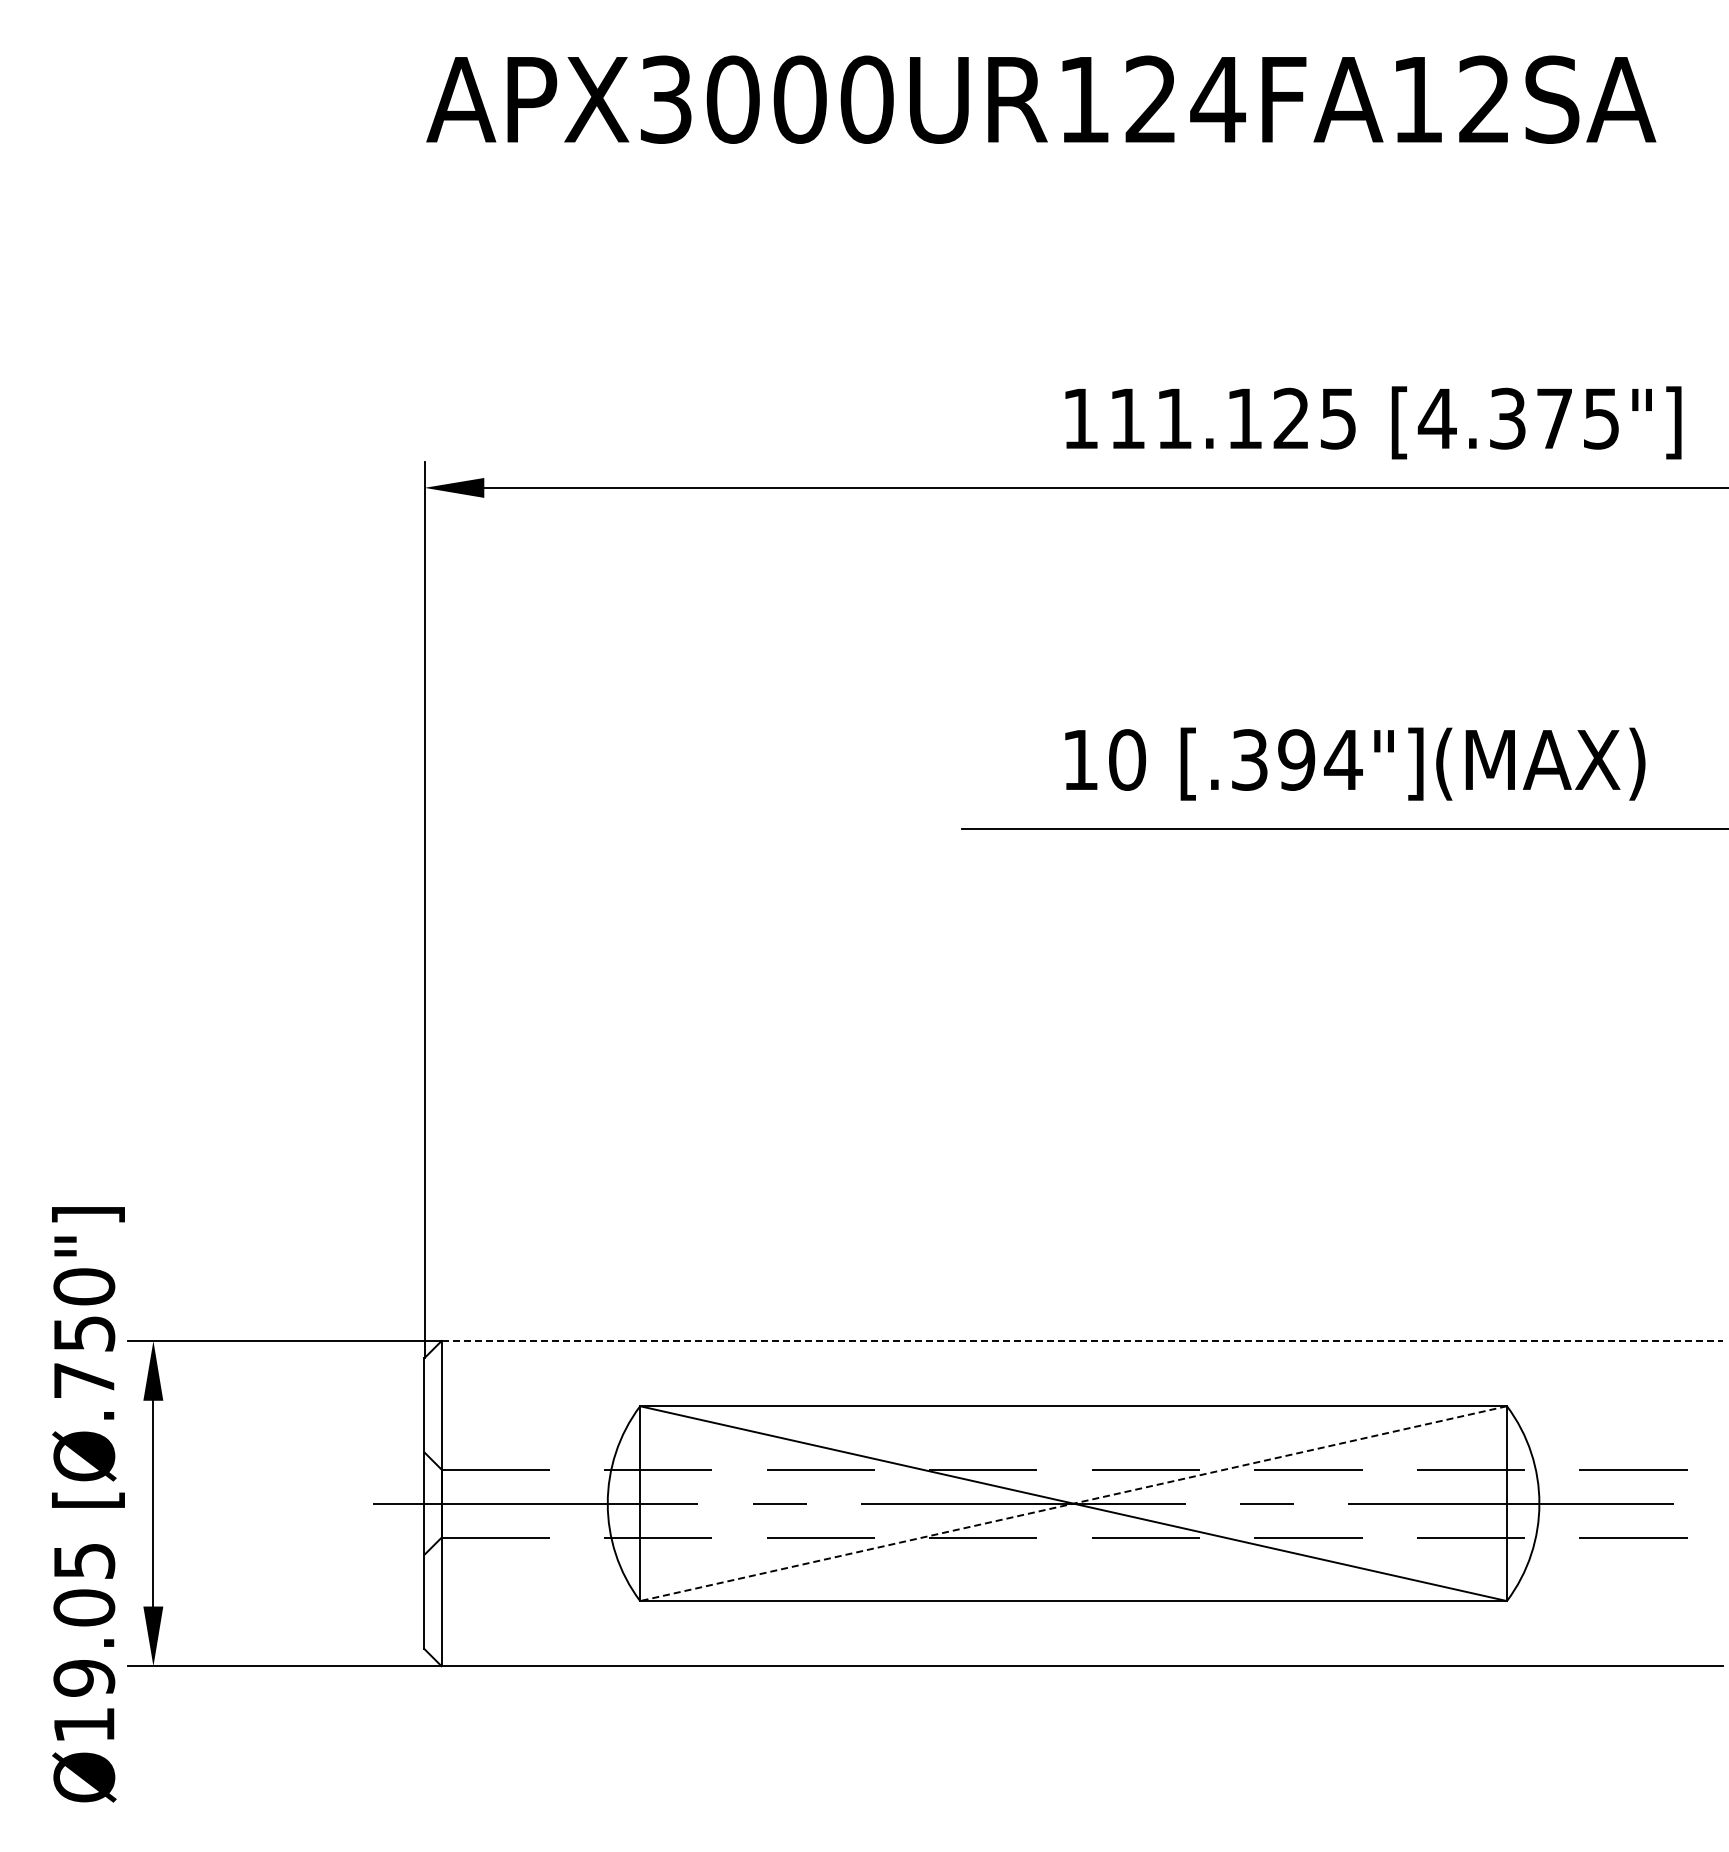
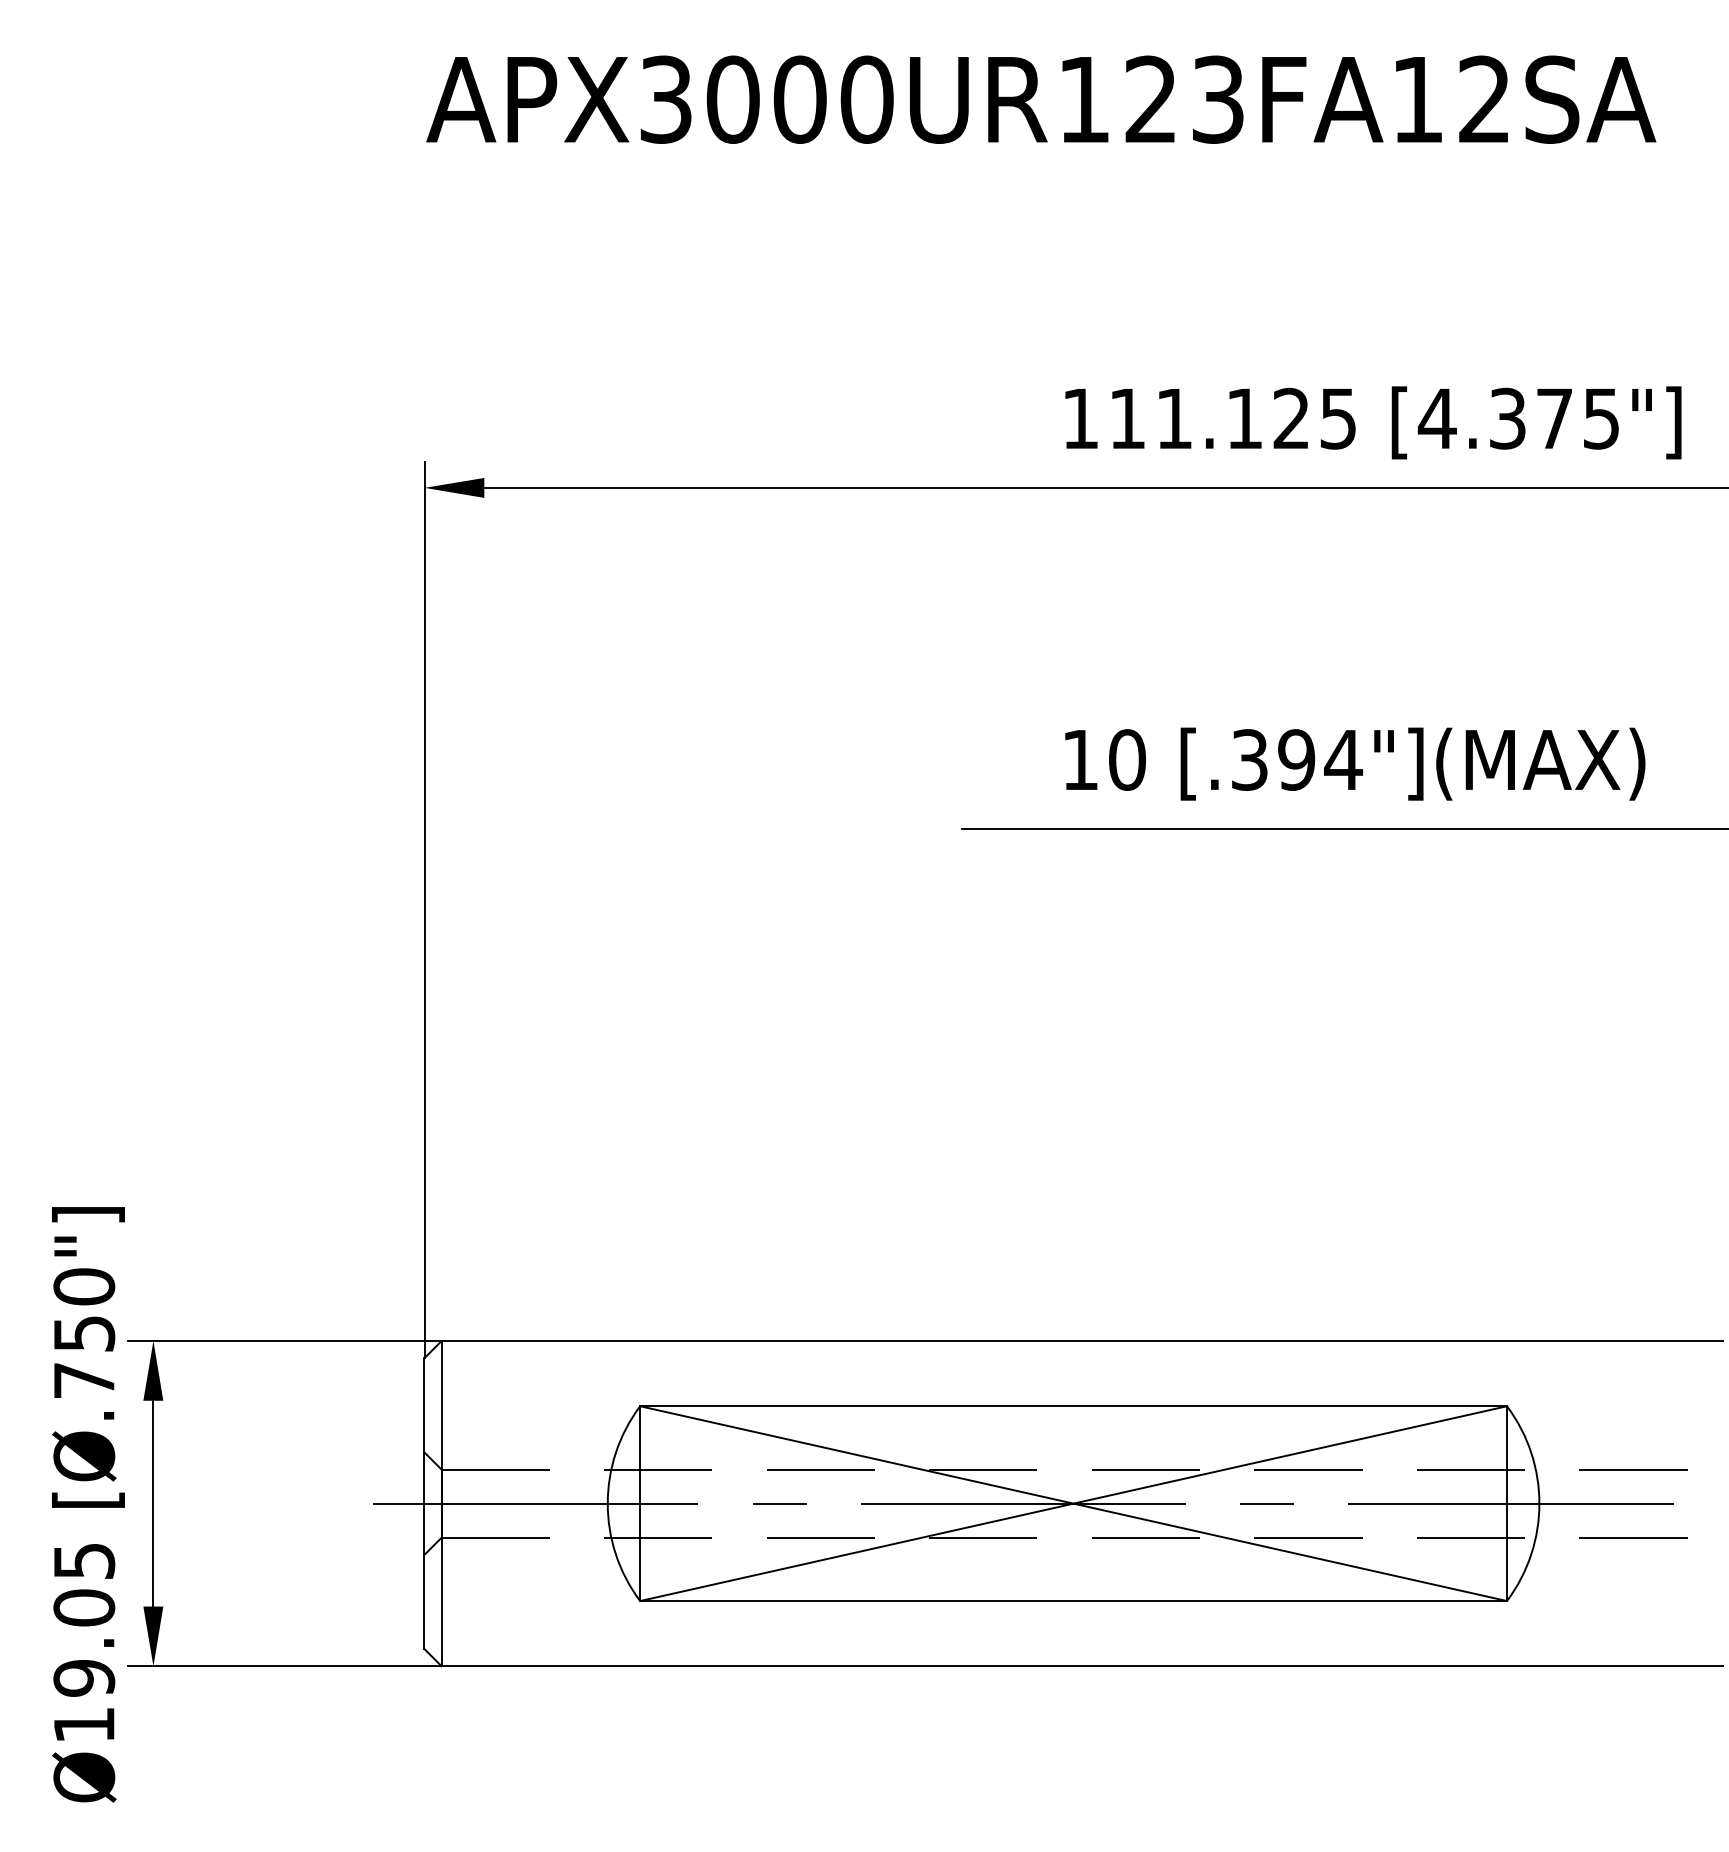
text at (1217, 99): APX3000UR124FA12SA -> APX3000UR123FA12SA
line at (1082, 1341): dashed -> solid
line at (1073, 1503): dashed -> solid
